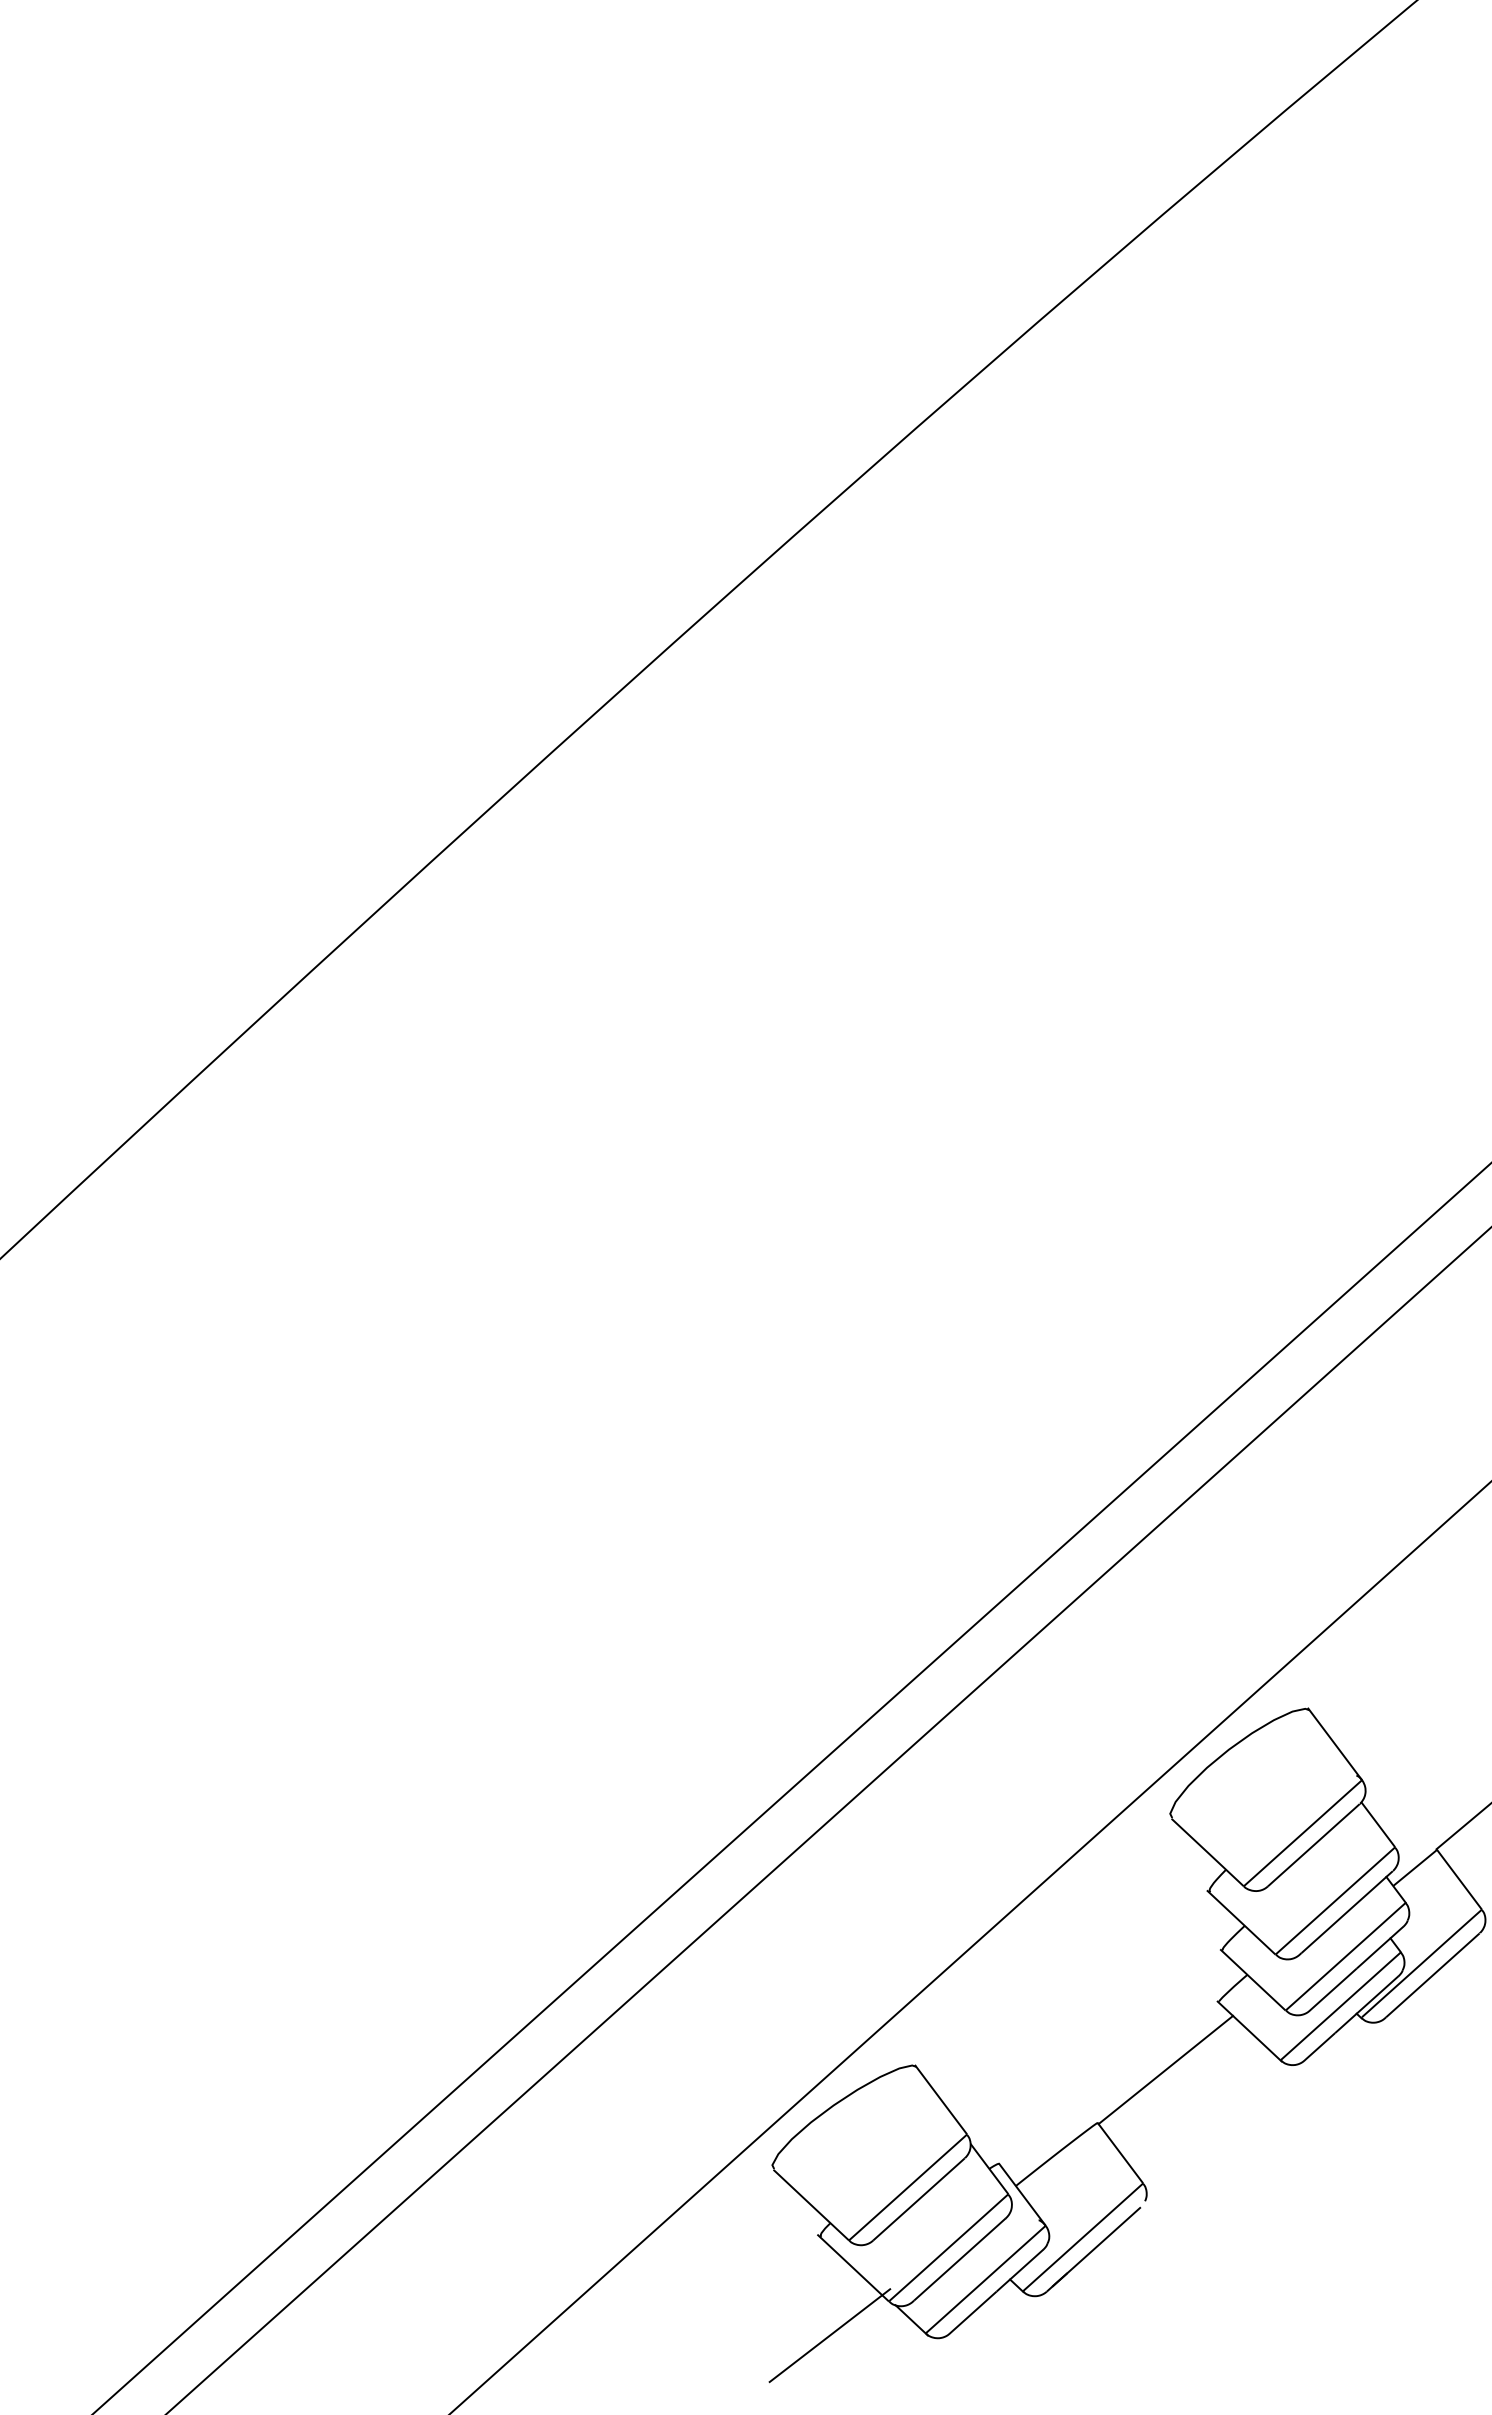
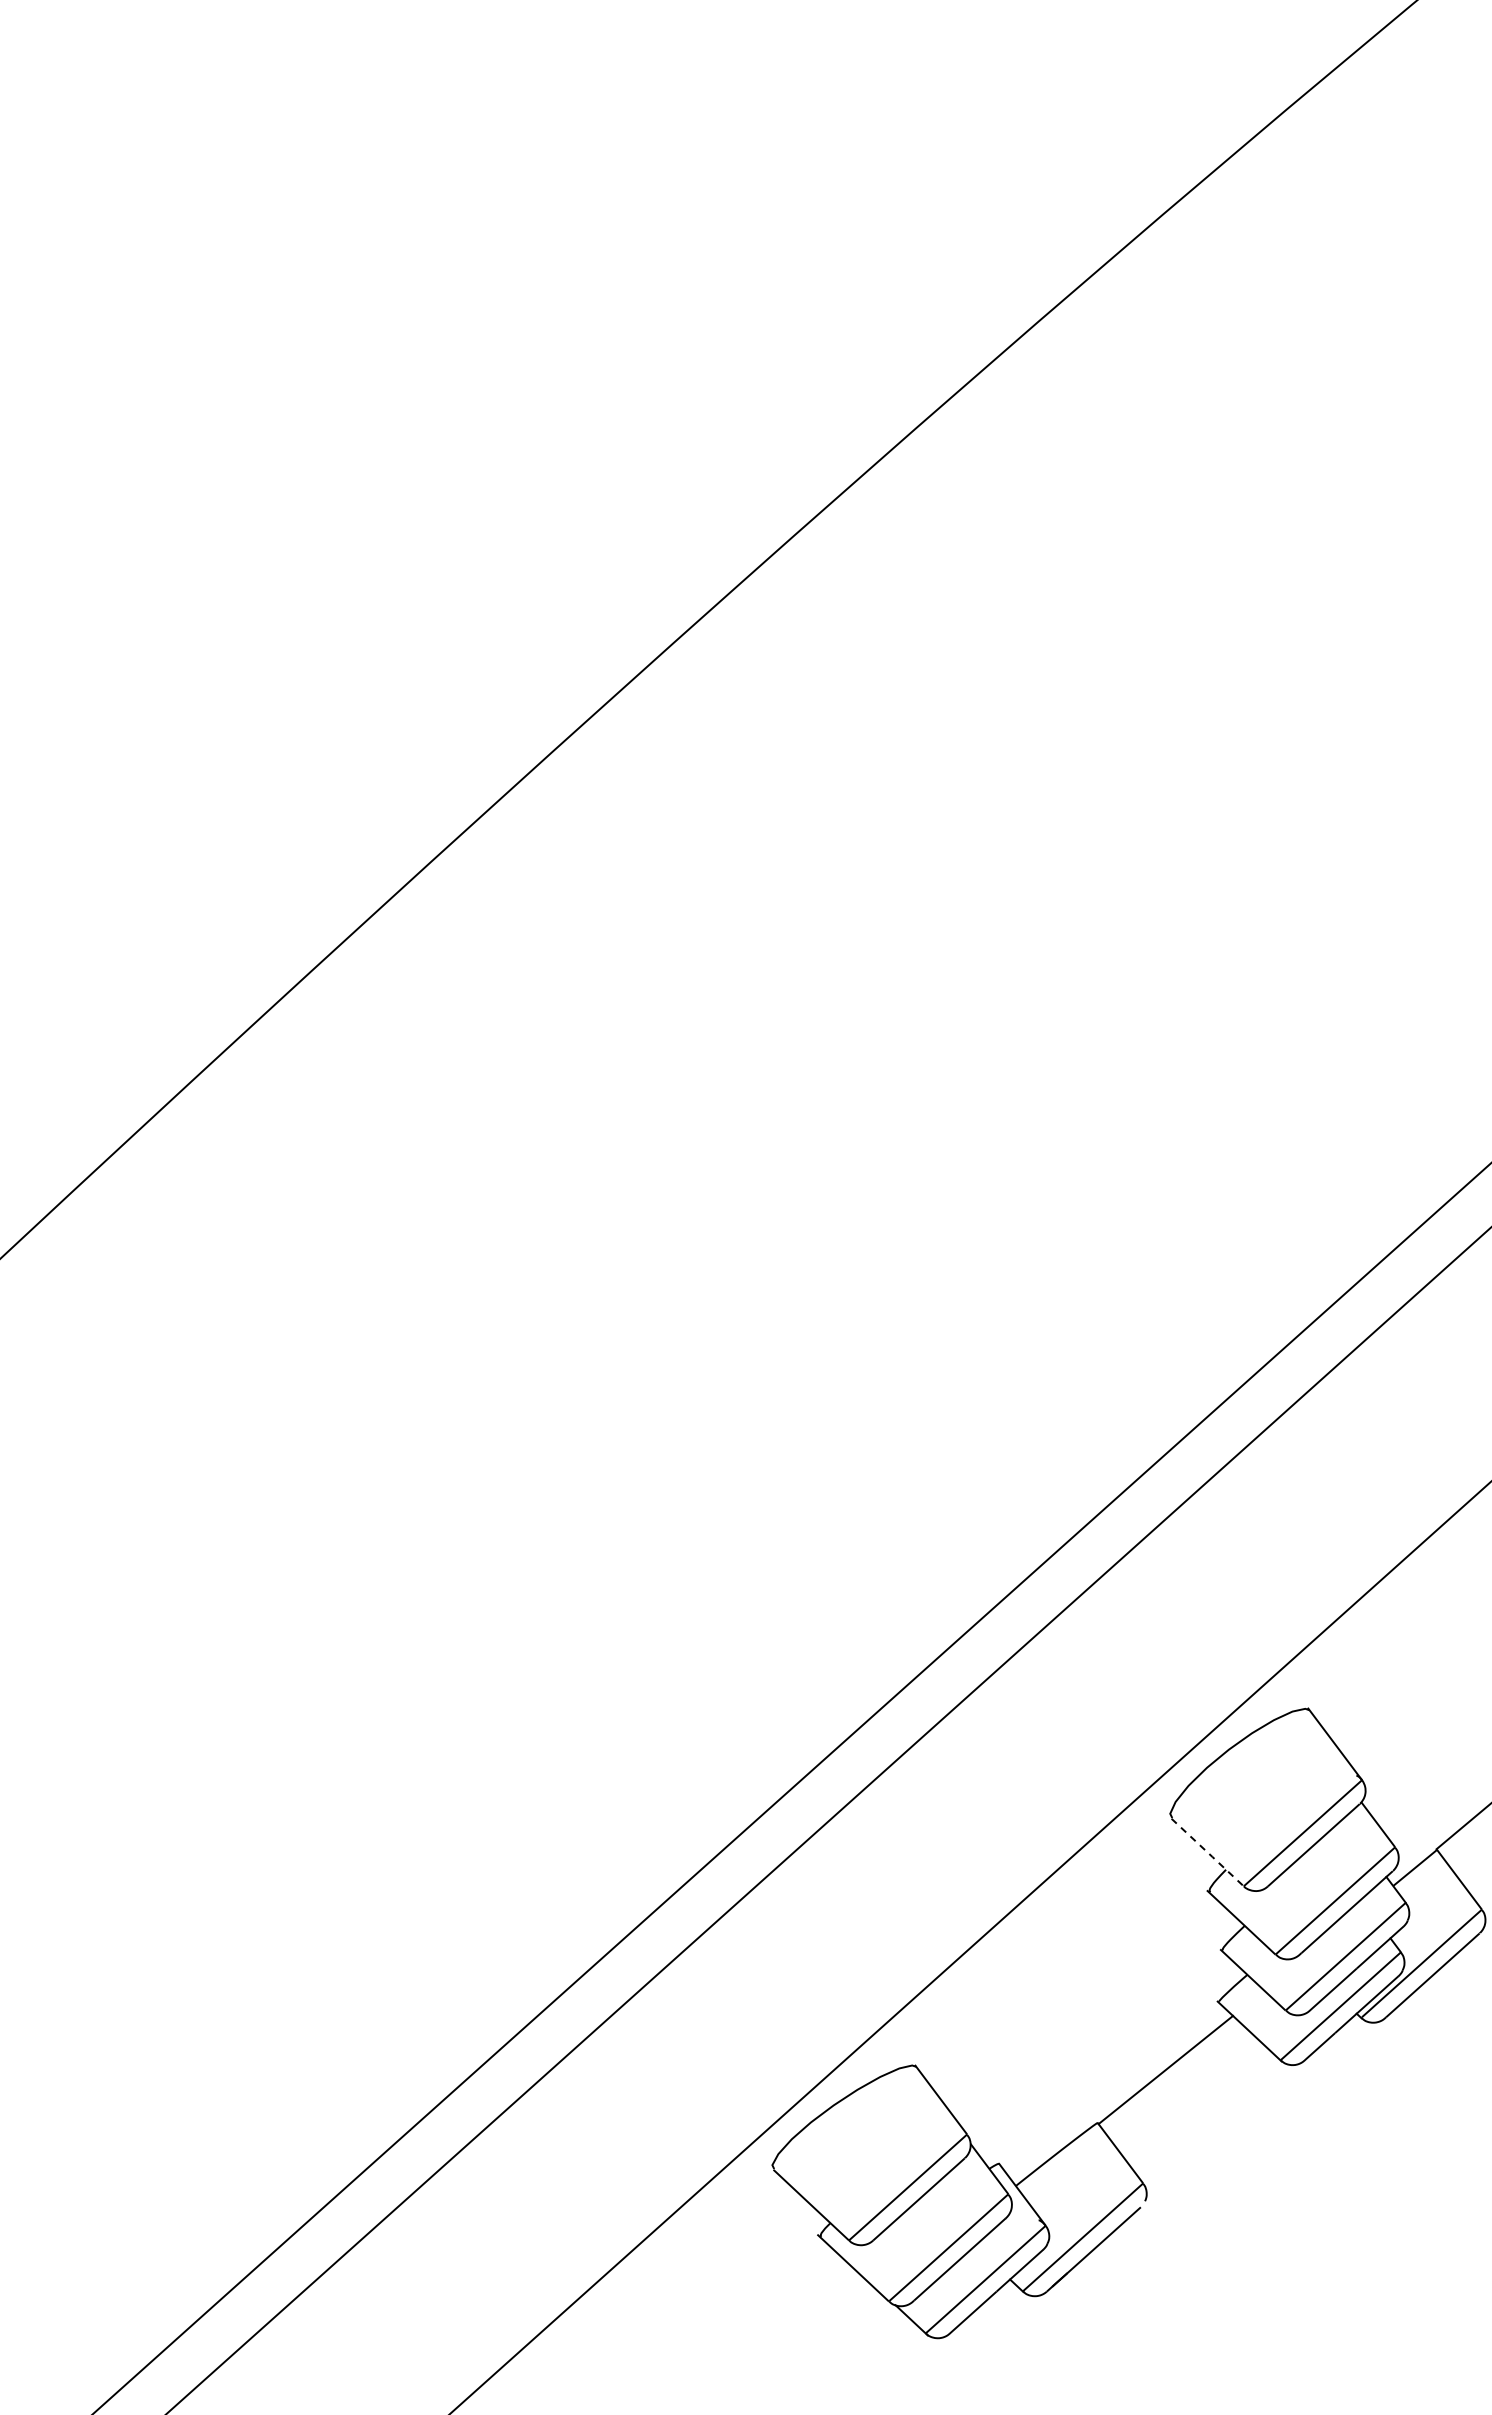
line at (1208, 1852): solid -> dashed
line at (829, 2335): present -> none
